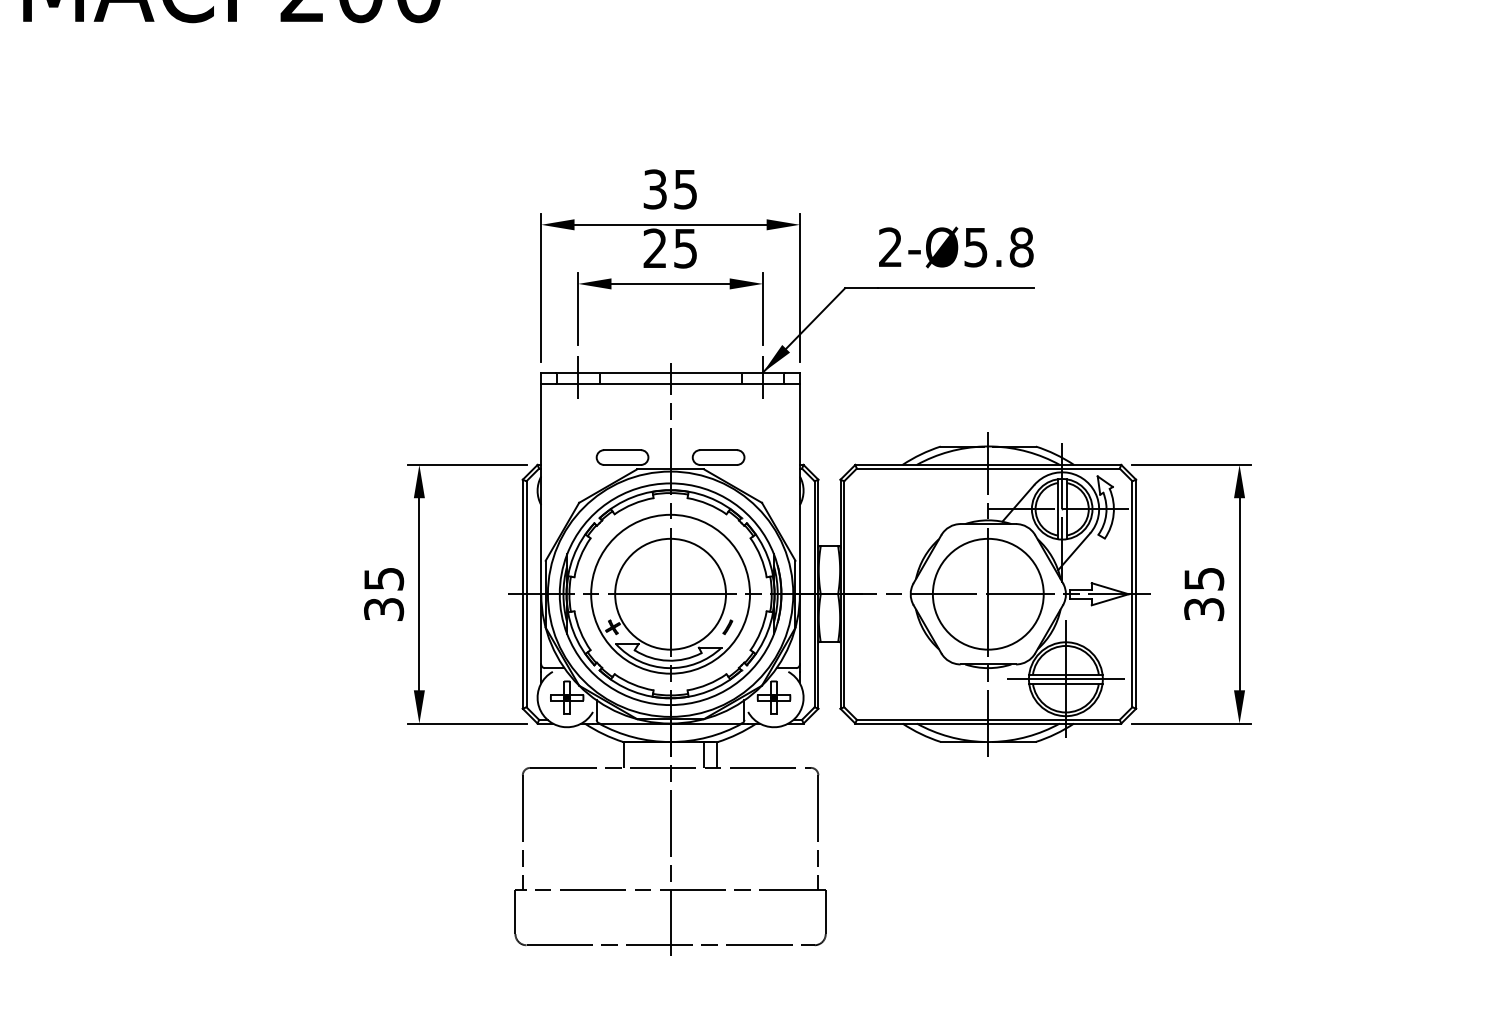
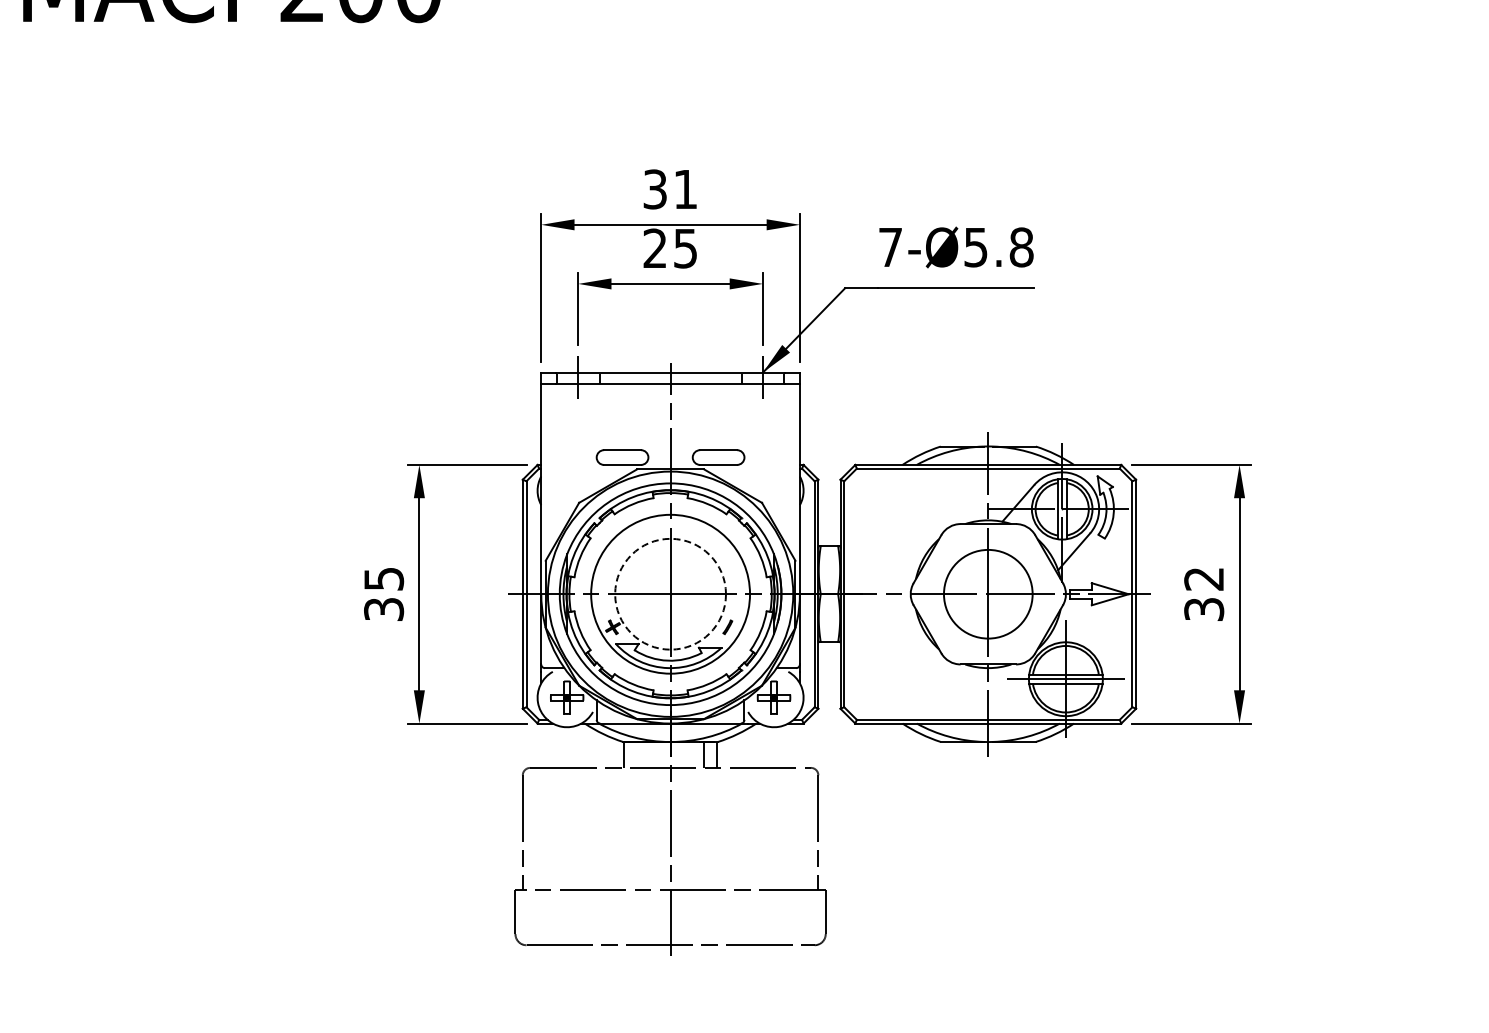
text at (685, 189): 35 -> 31
text at (890, 246): 2-Ø5.8 -> 7-Ø5.8
text at (1204, 579): 35 -> 32
circle at (670, 593): solid -> dashed
circle at (987, 593) diameter: 111 px -> 89 px
